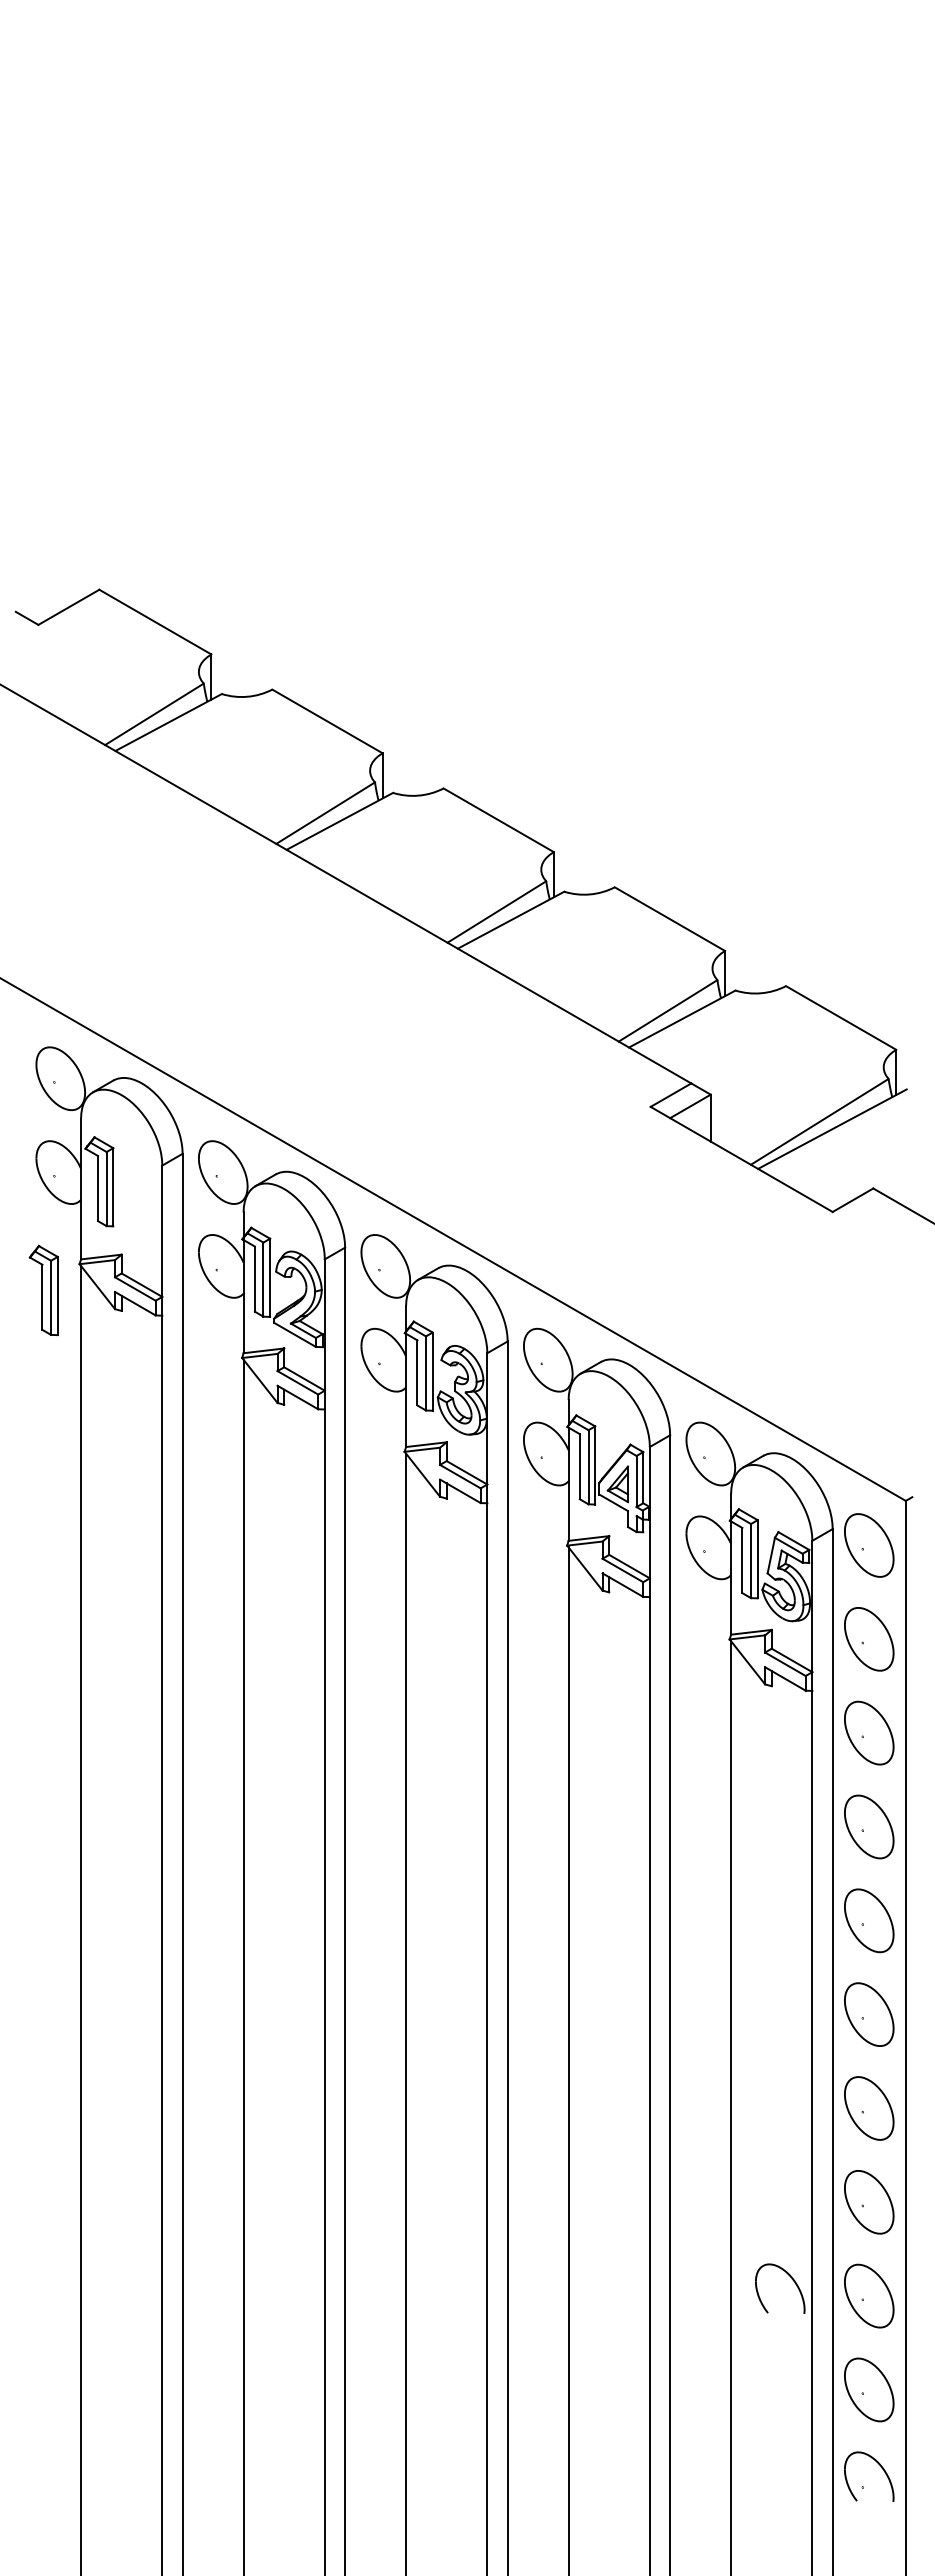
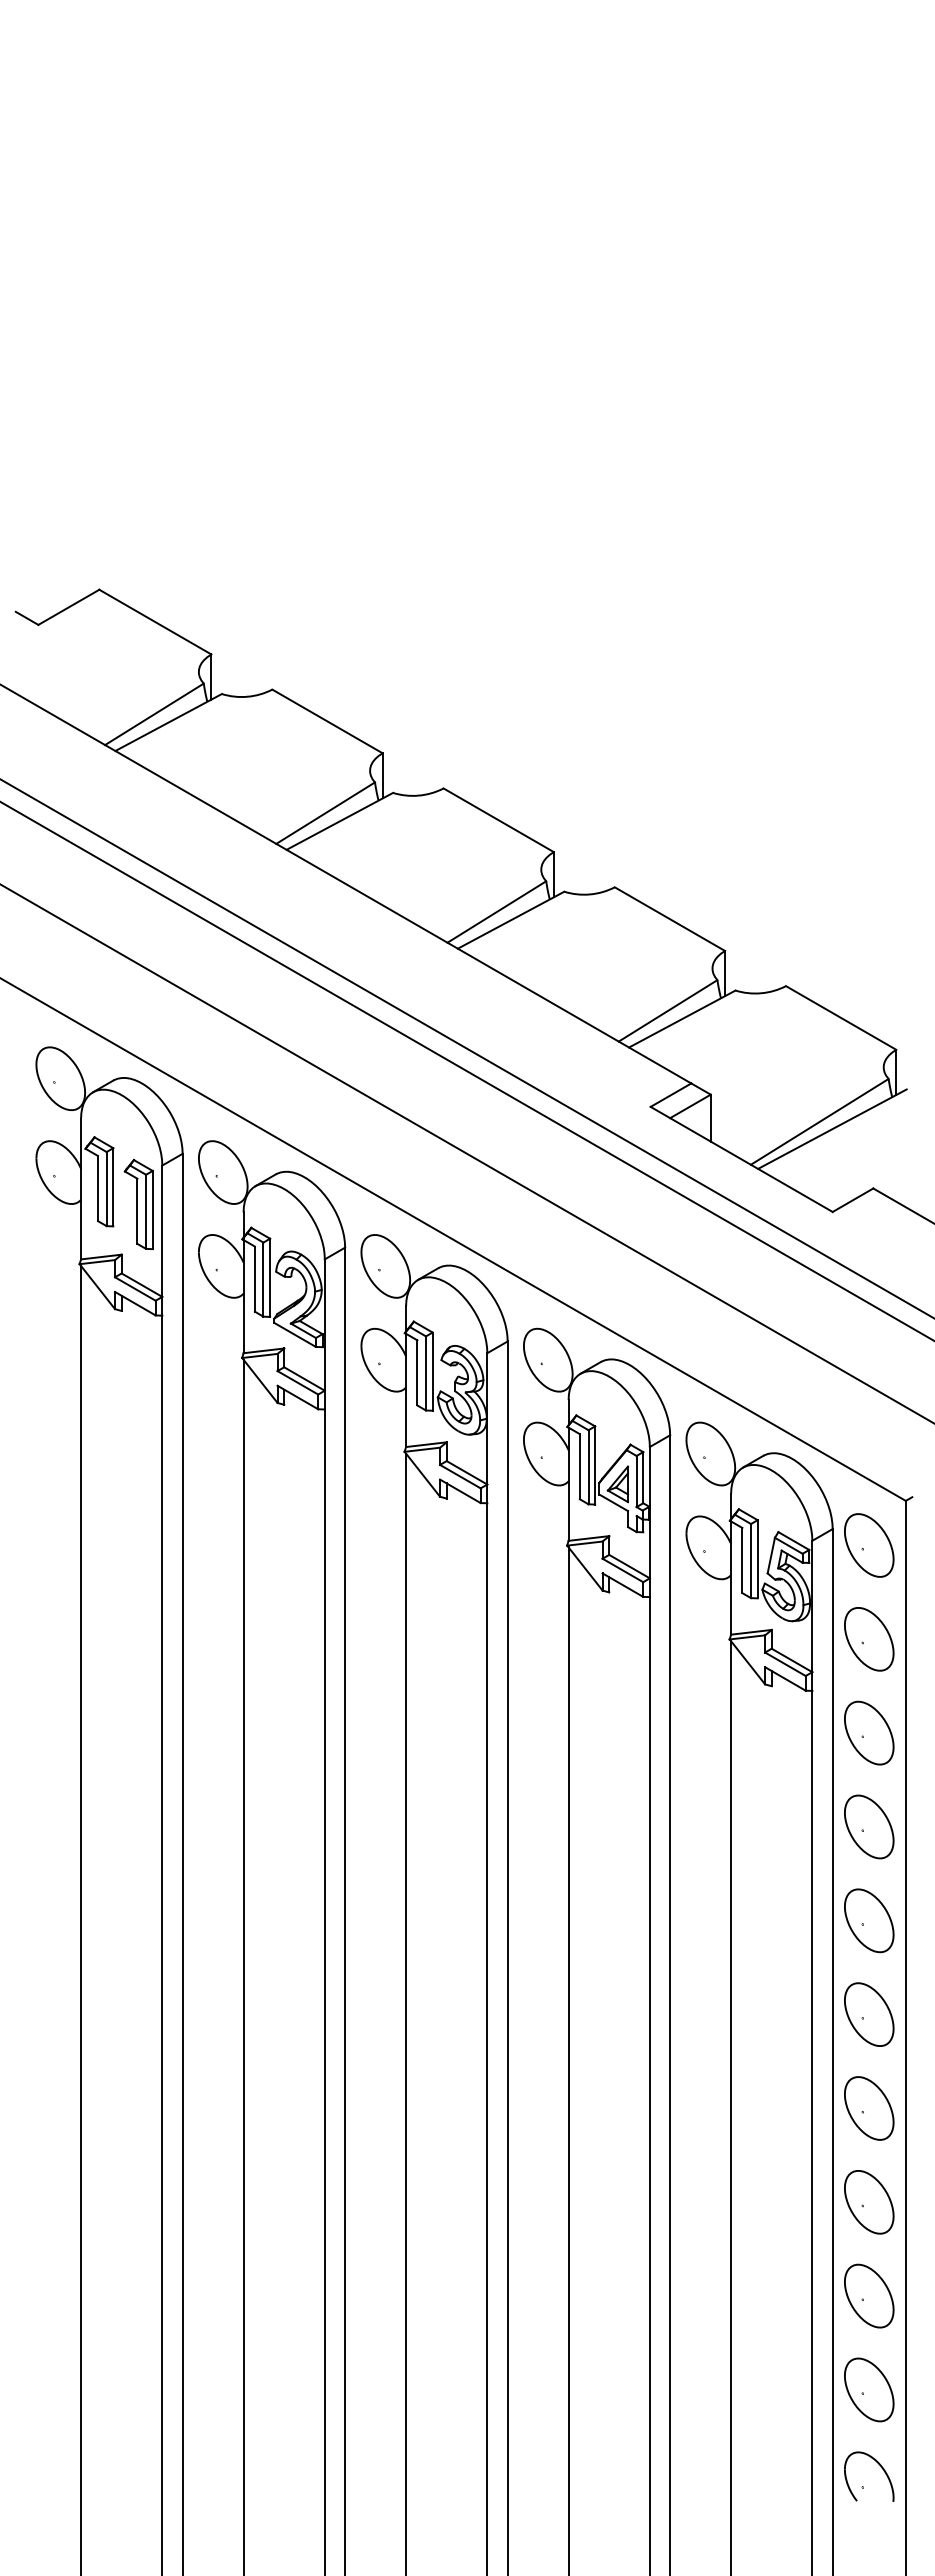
line at (466, 1048): none -> present
line at (466, 1071): none -> present
line at (466, 1153): none -> present
part at (43, 1289) position: (43, 1289) -> (138, 1203)
part at (792, 2280): present -> none
